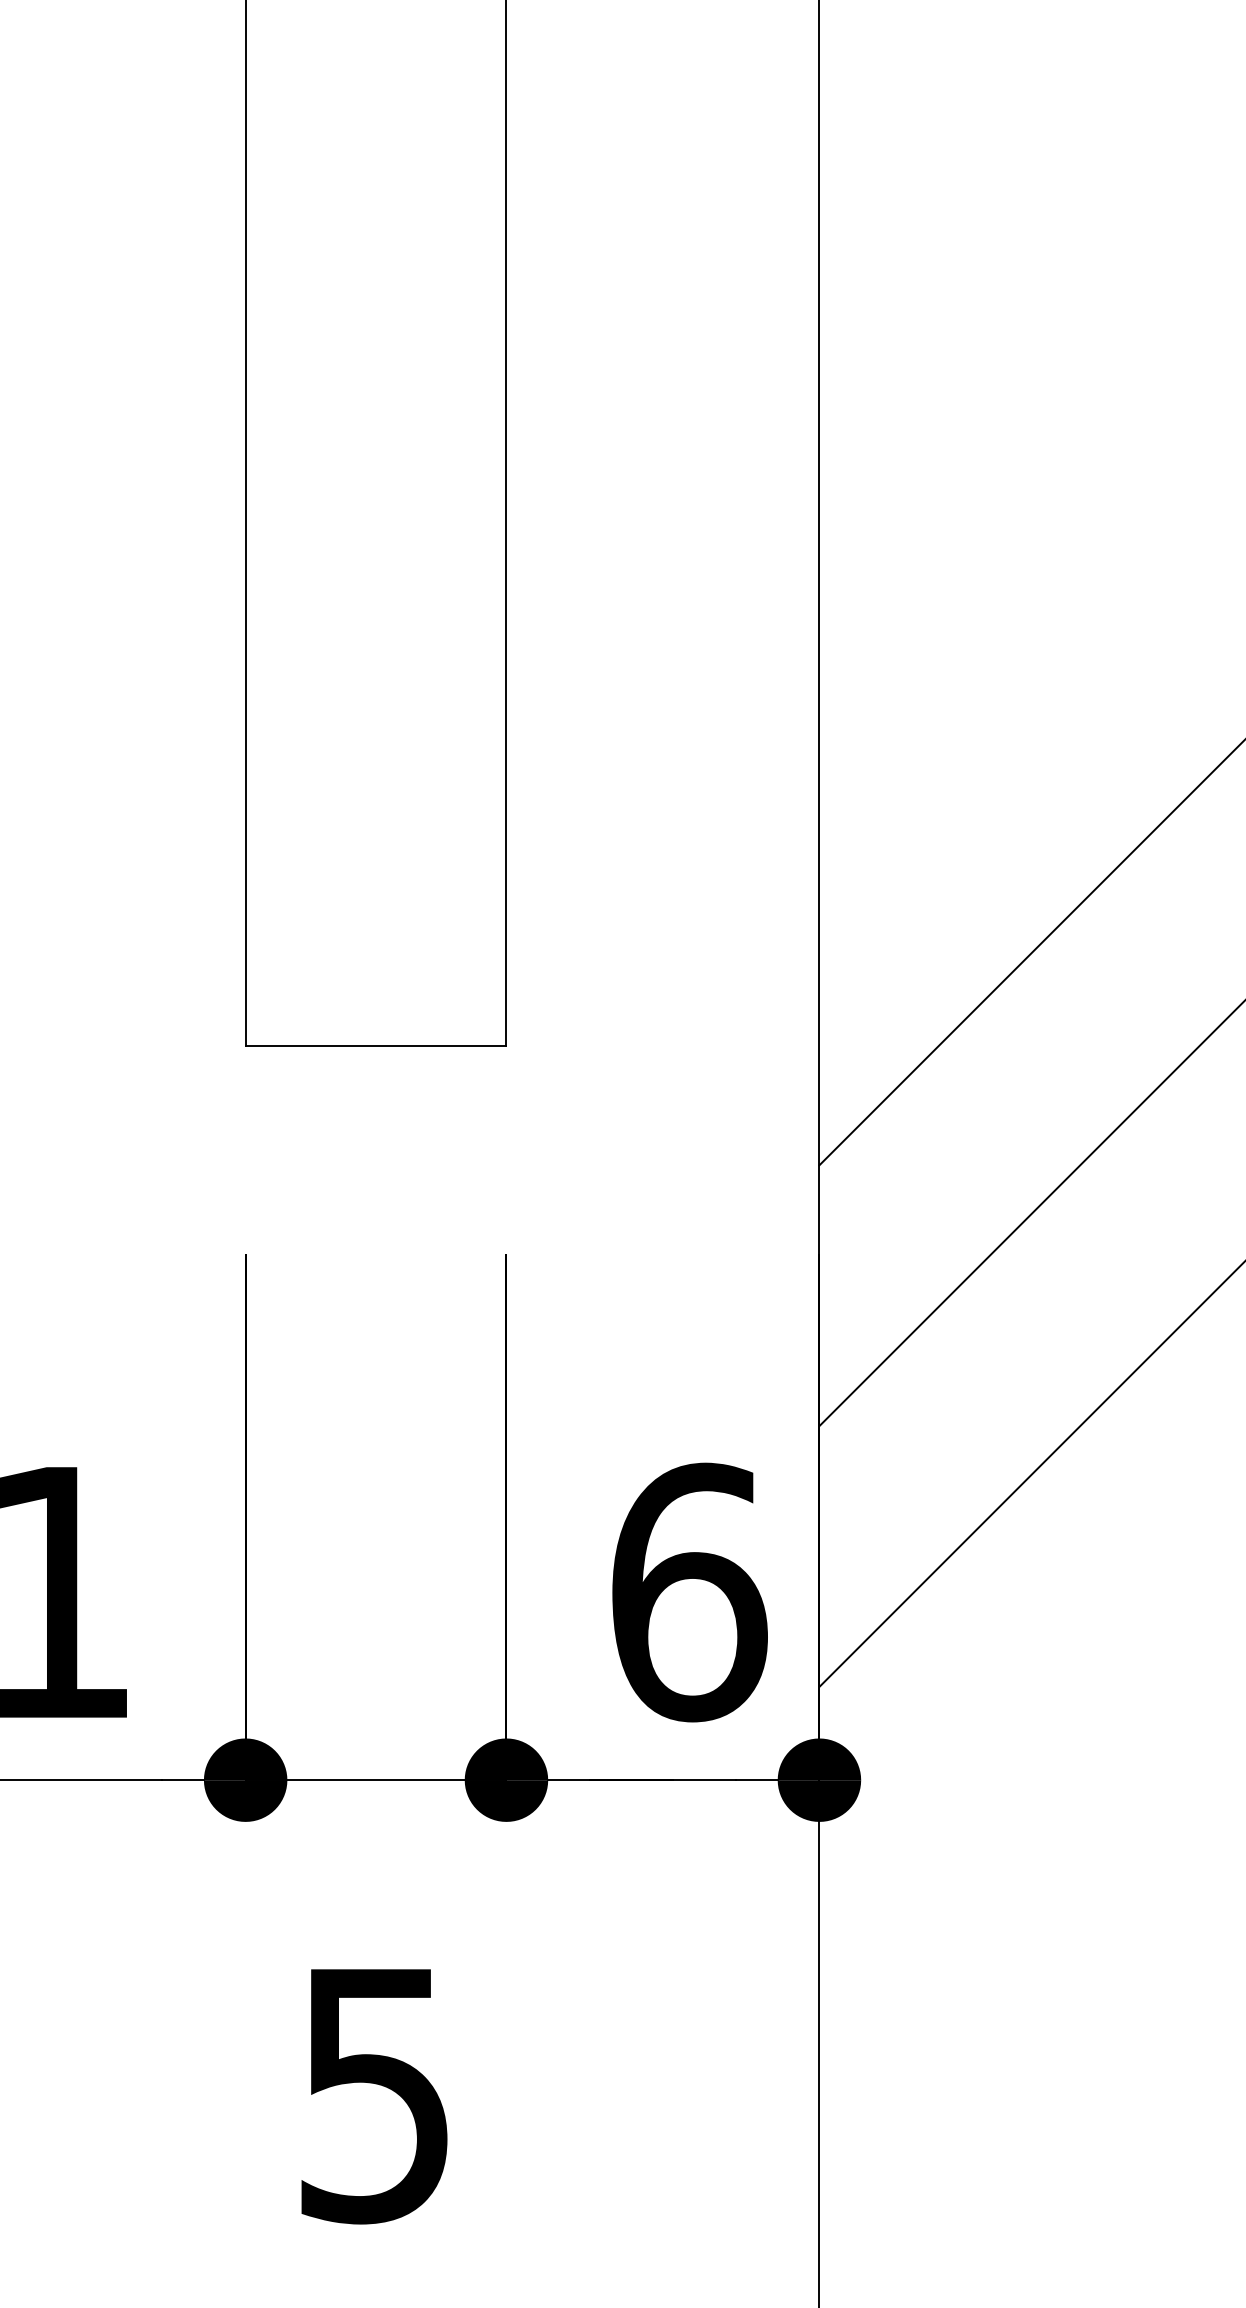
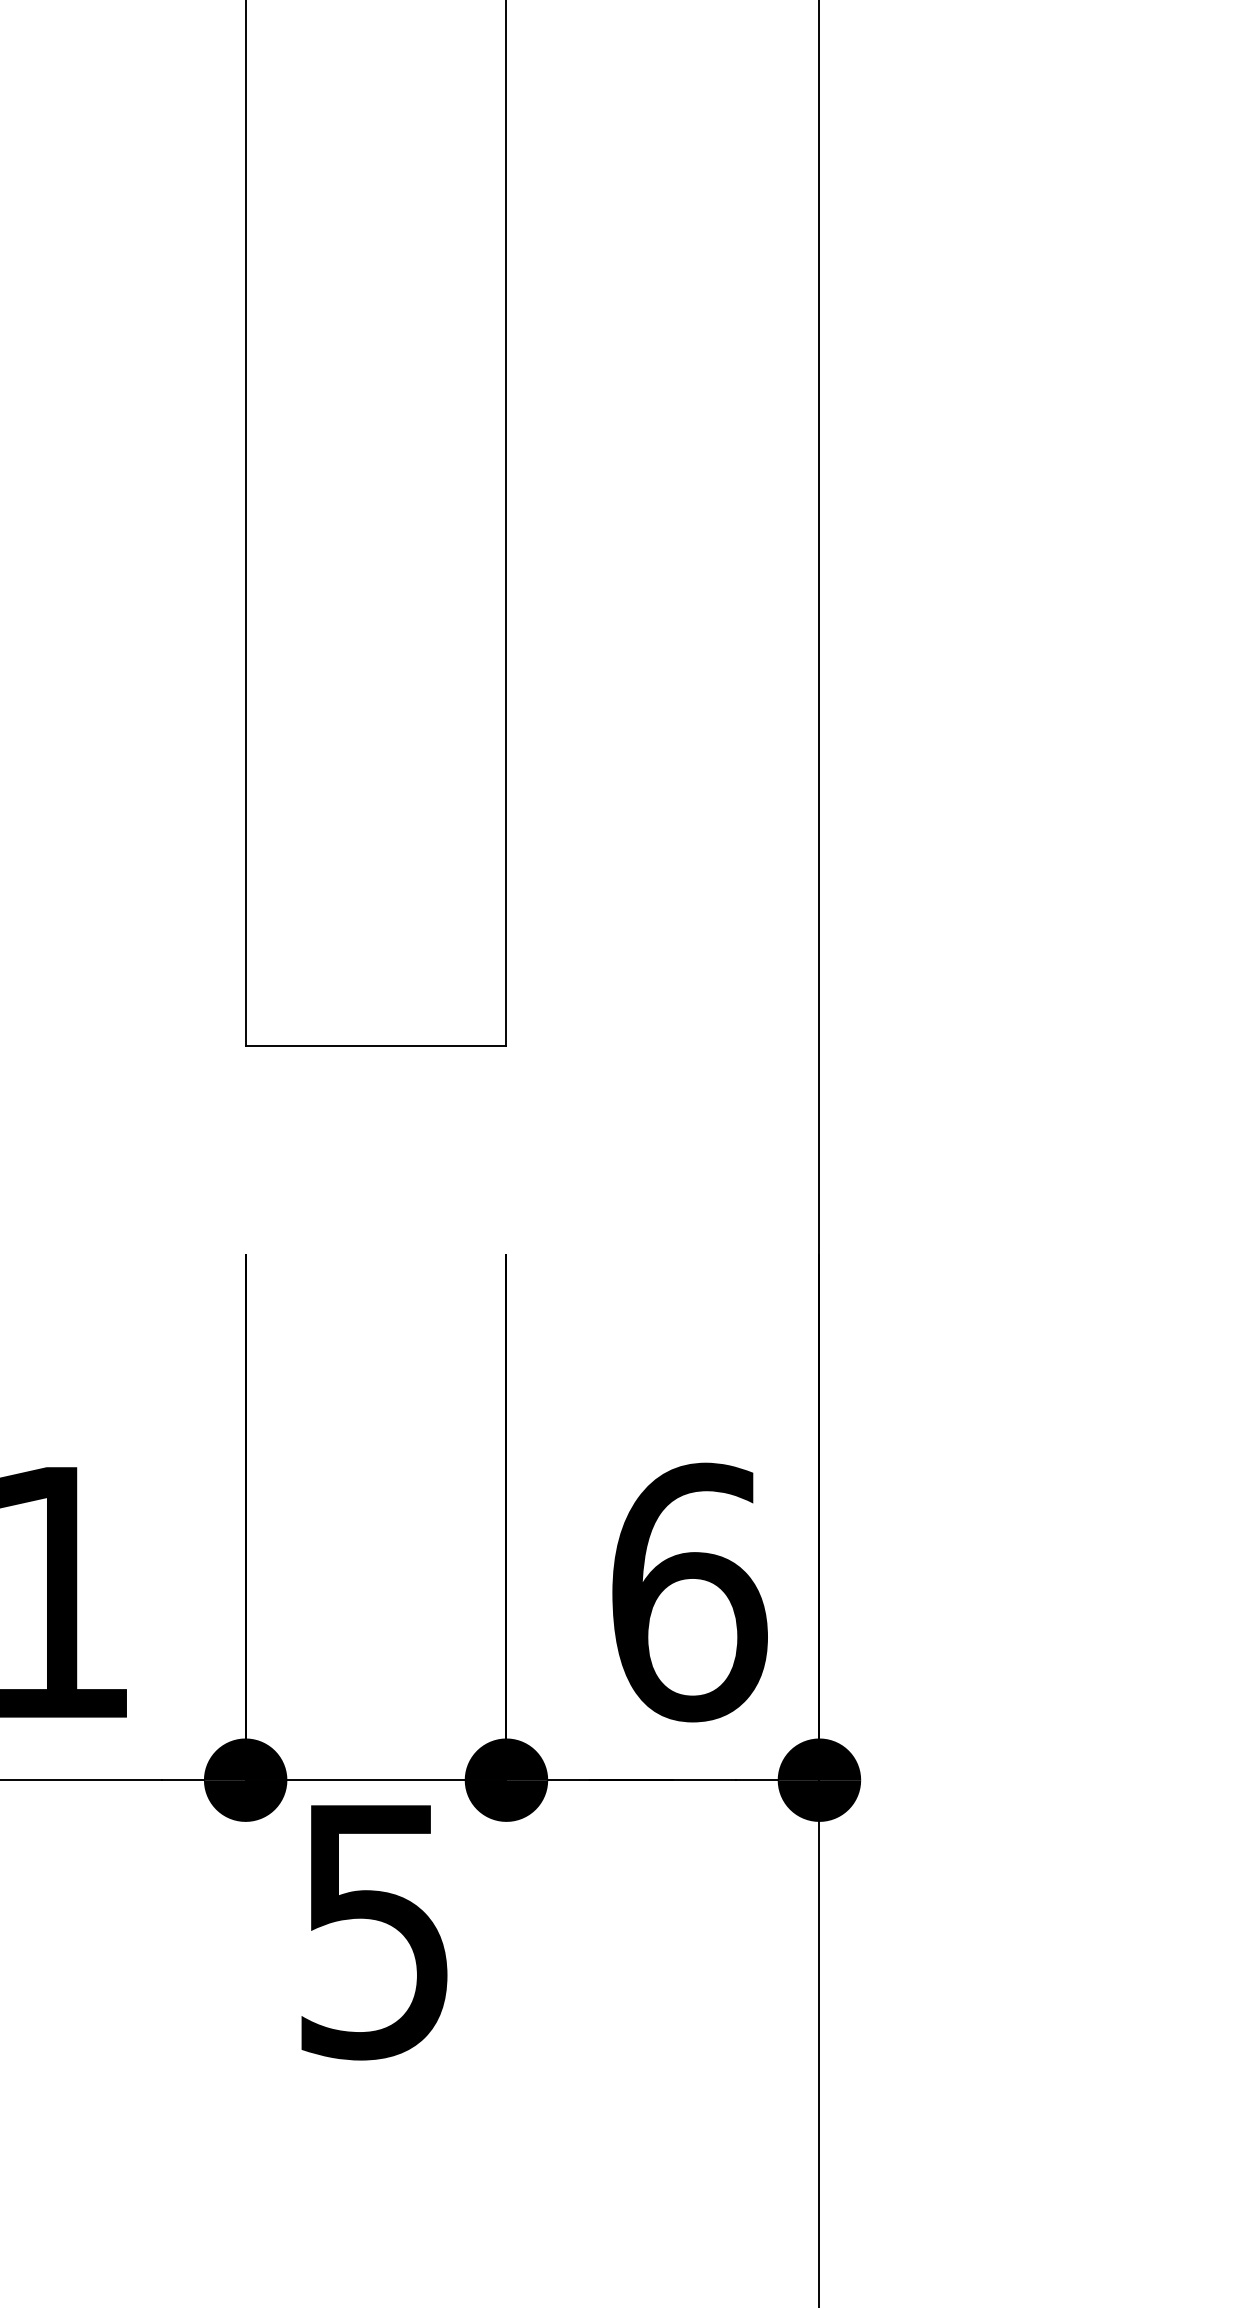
line at (1030, 953): present -> none
line at (1030, 1214): present -> none
line at (1030, 1475): present -> none
text at (374, 2096) position: (374, 2096) -> (374, 1932)
